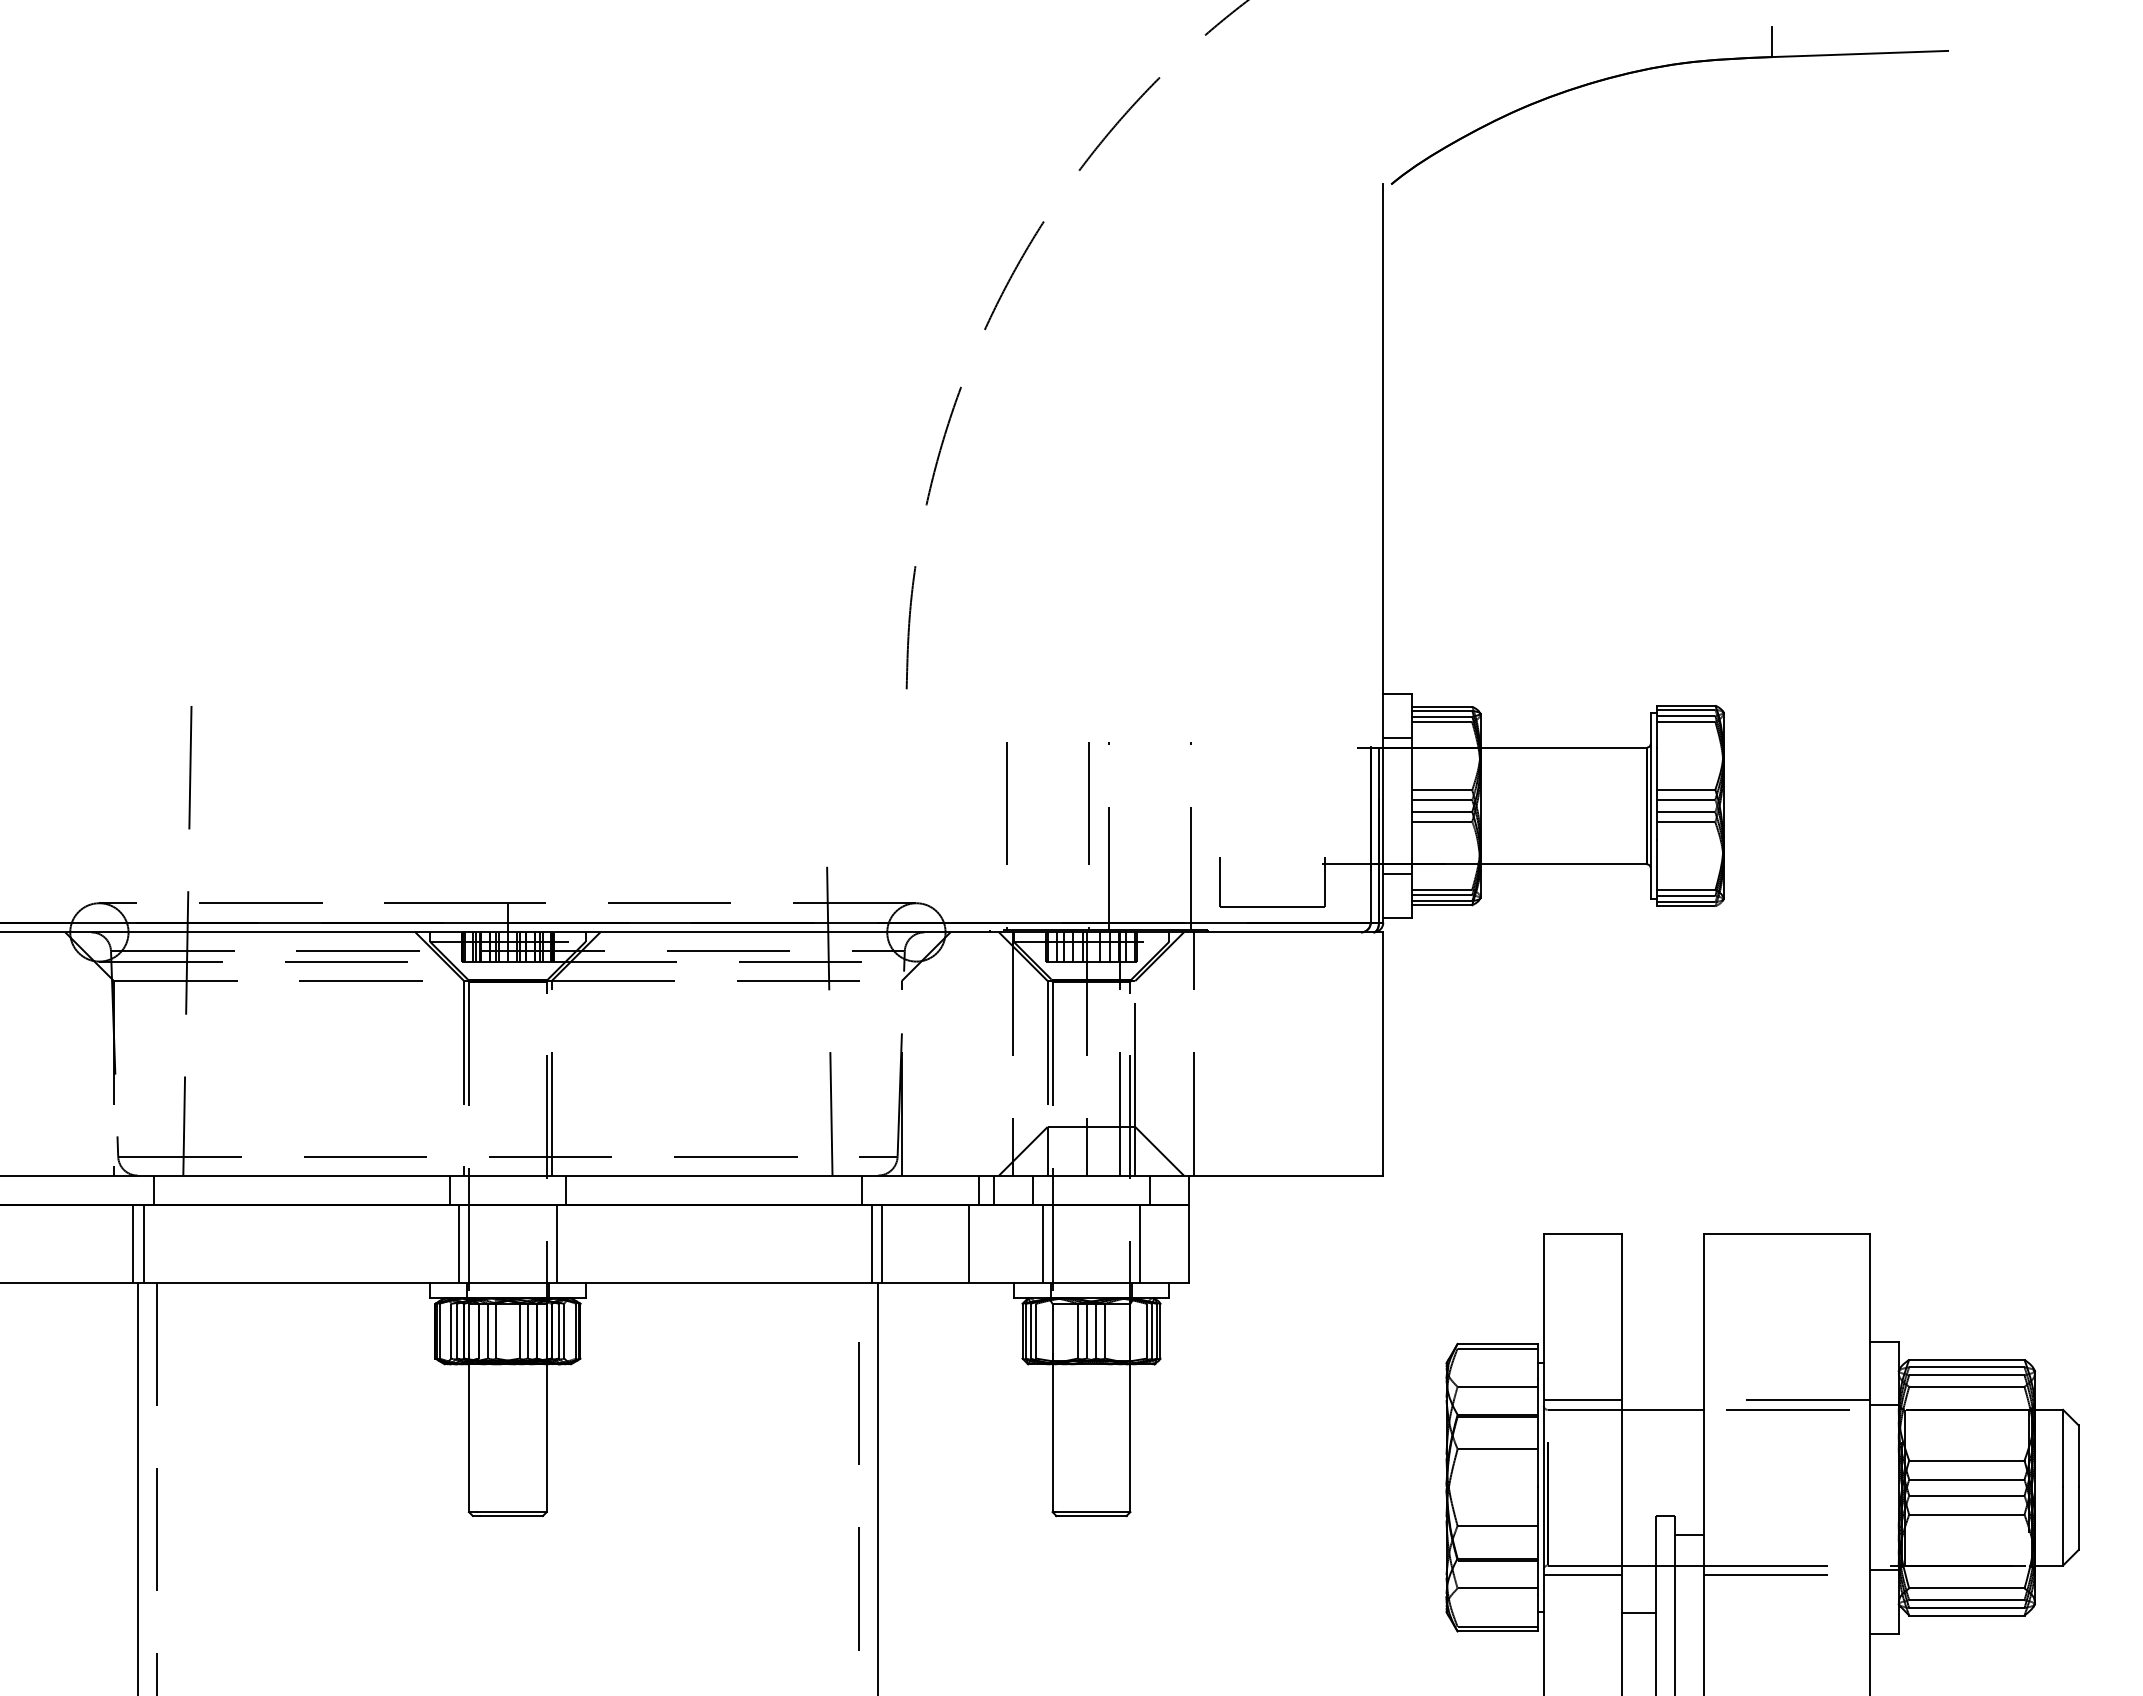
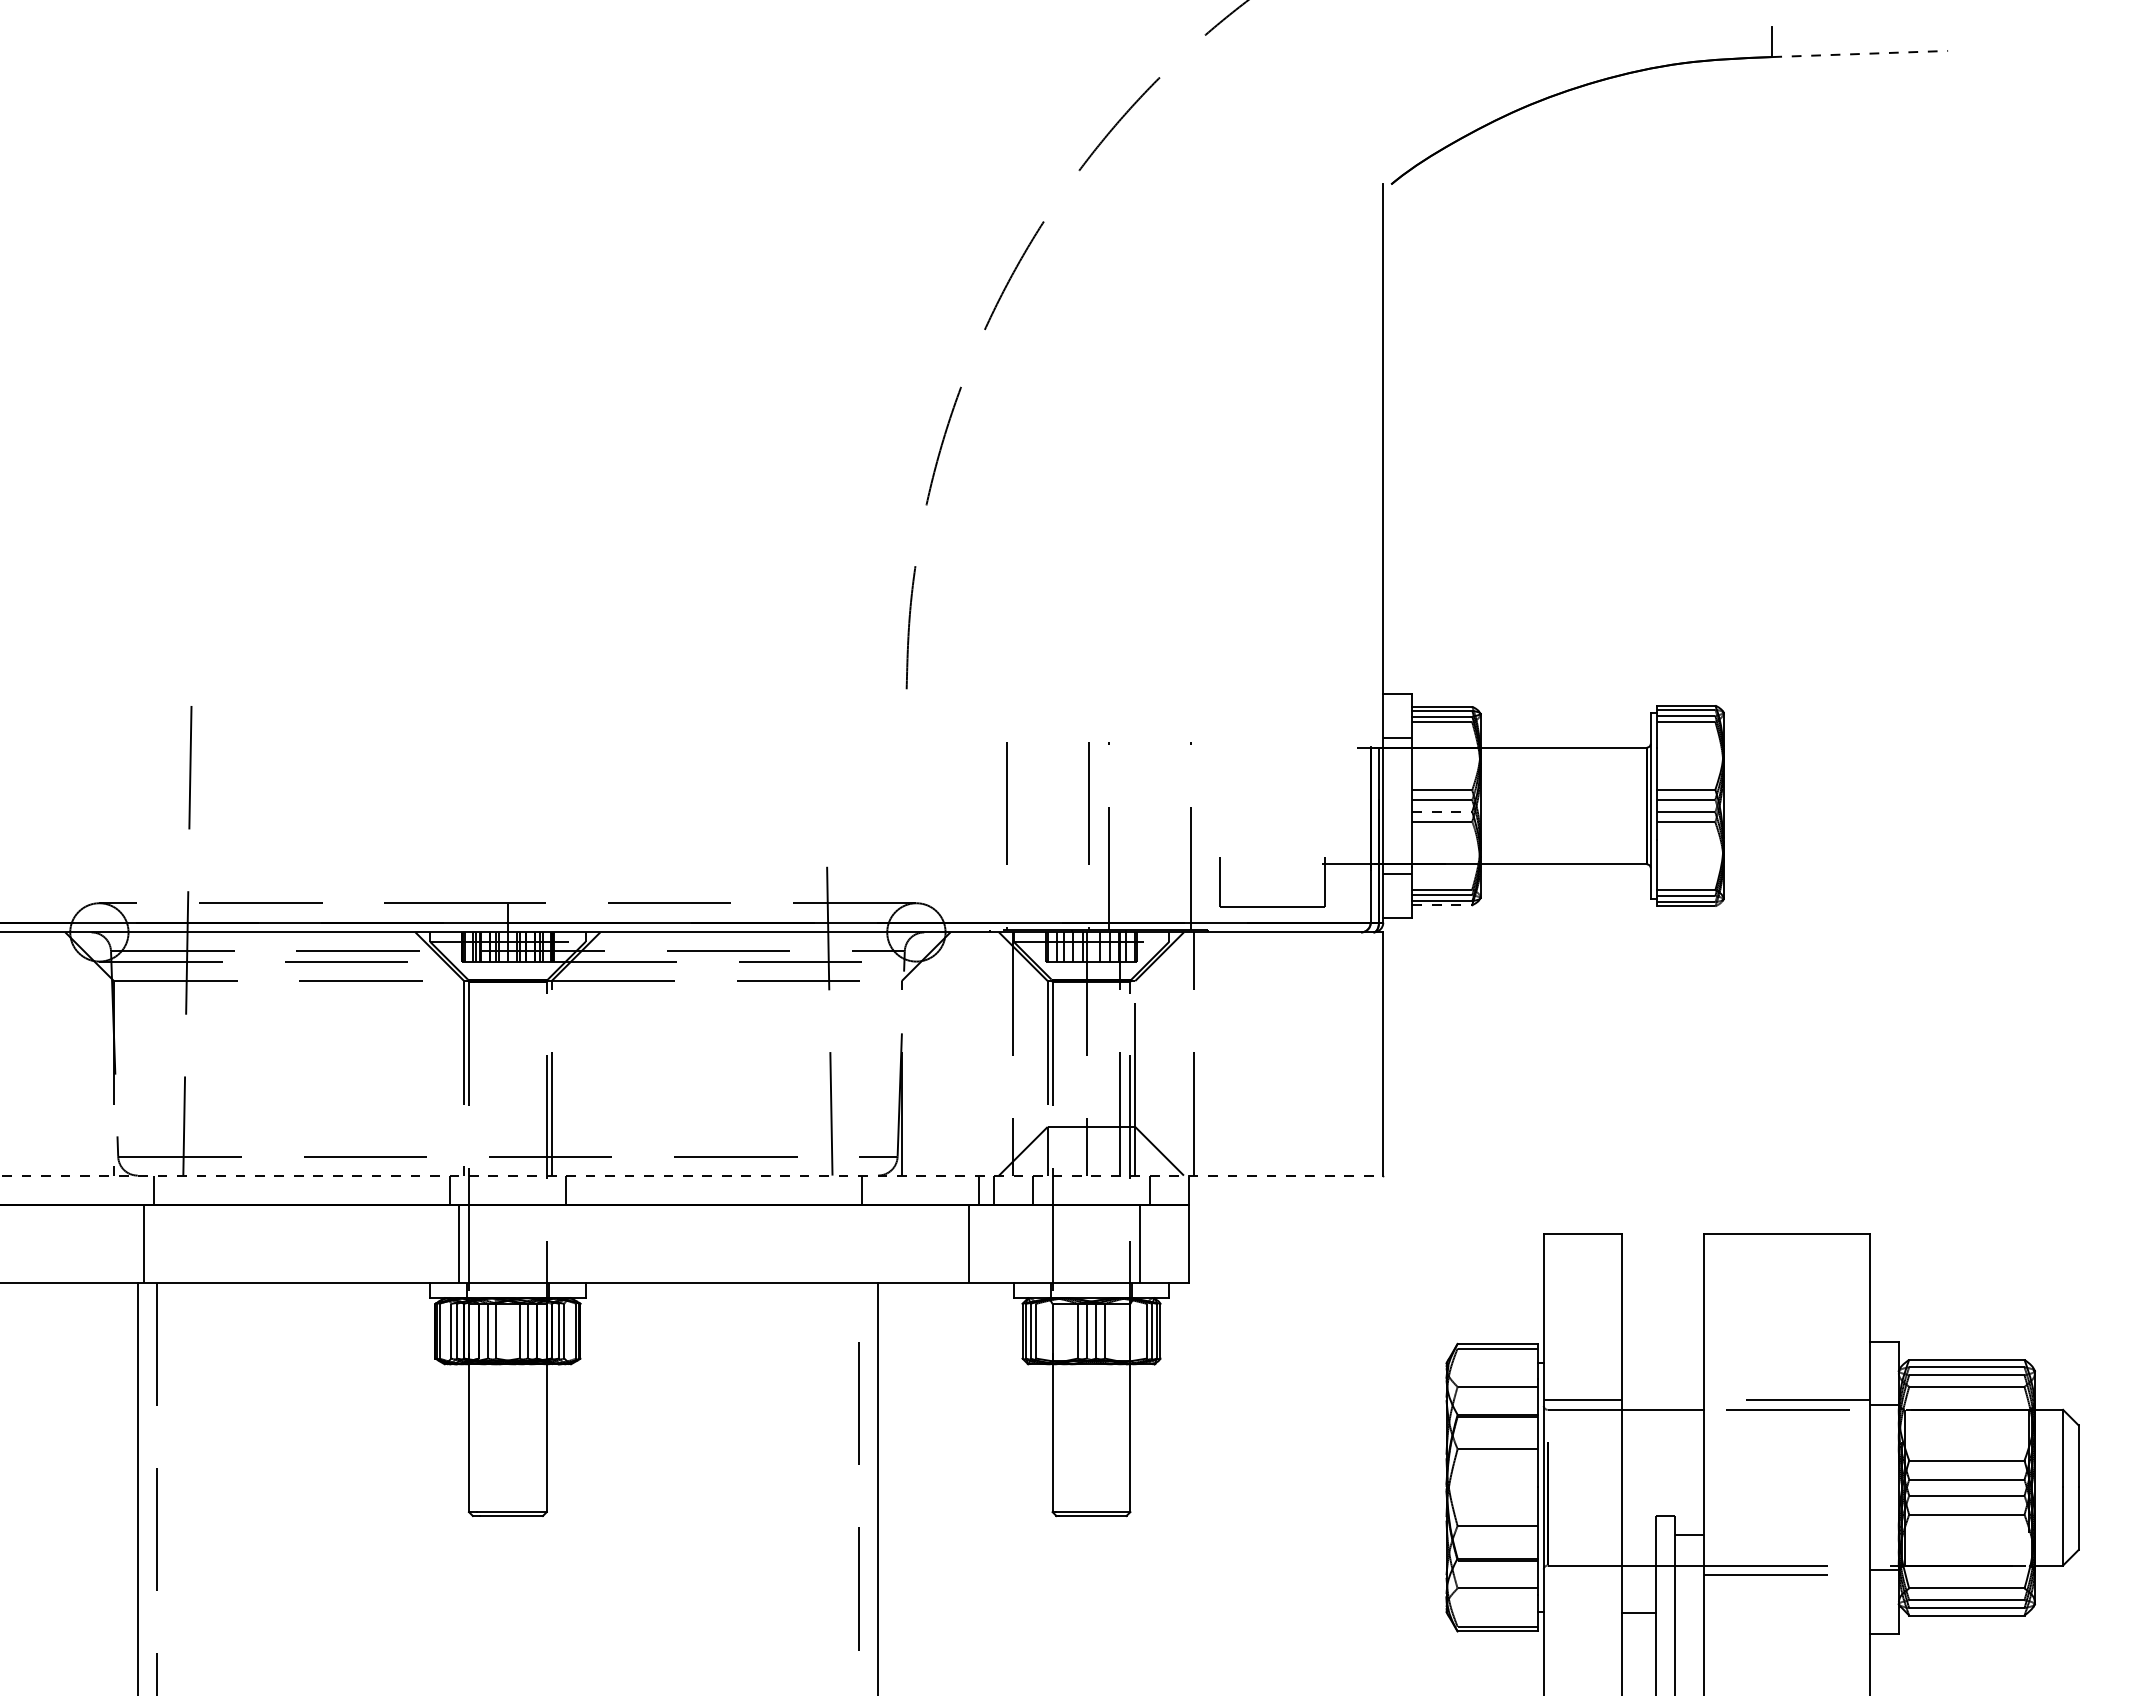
line at (1860, 54): solid -> dashed
line at (1442, 811): solid -> dashed
line at (1442, 905): solid -> dashed
line at (692, 1175): solid -> dashed
line at (133, 1243): present -> none
line at (556, 1243): present -> none
line at (871, 1243): present -> none
line at (882, 1243): present -> none
line at (1042, 1243): present -> none
line at (1582, 1575): present -> none
